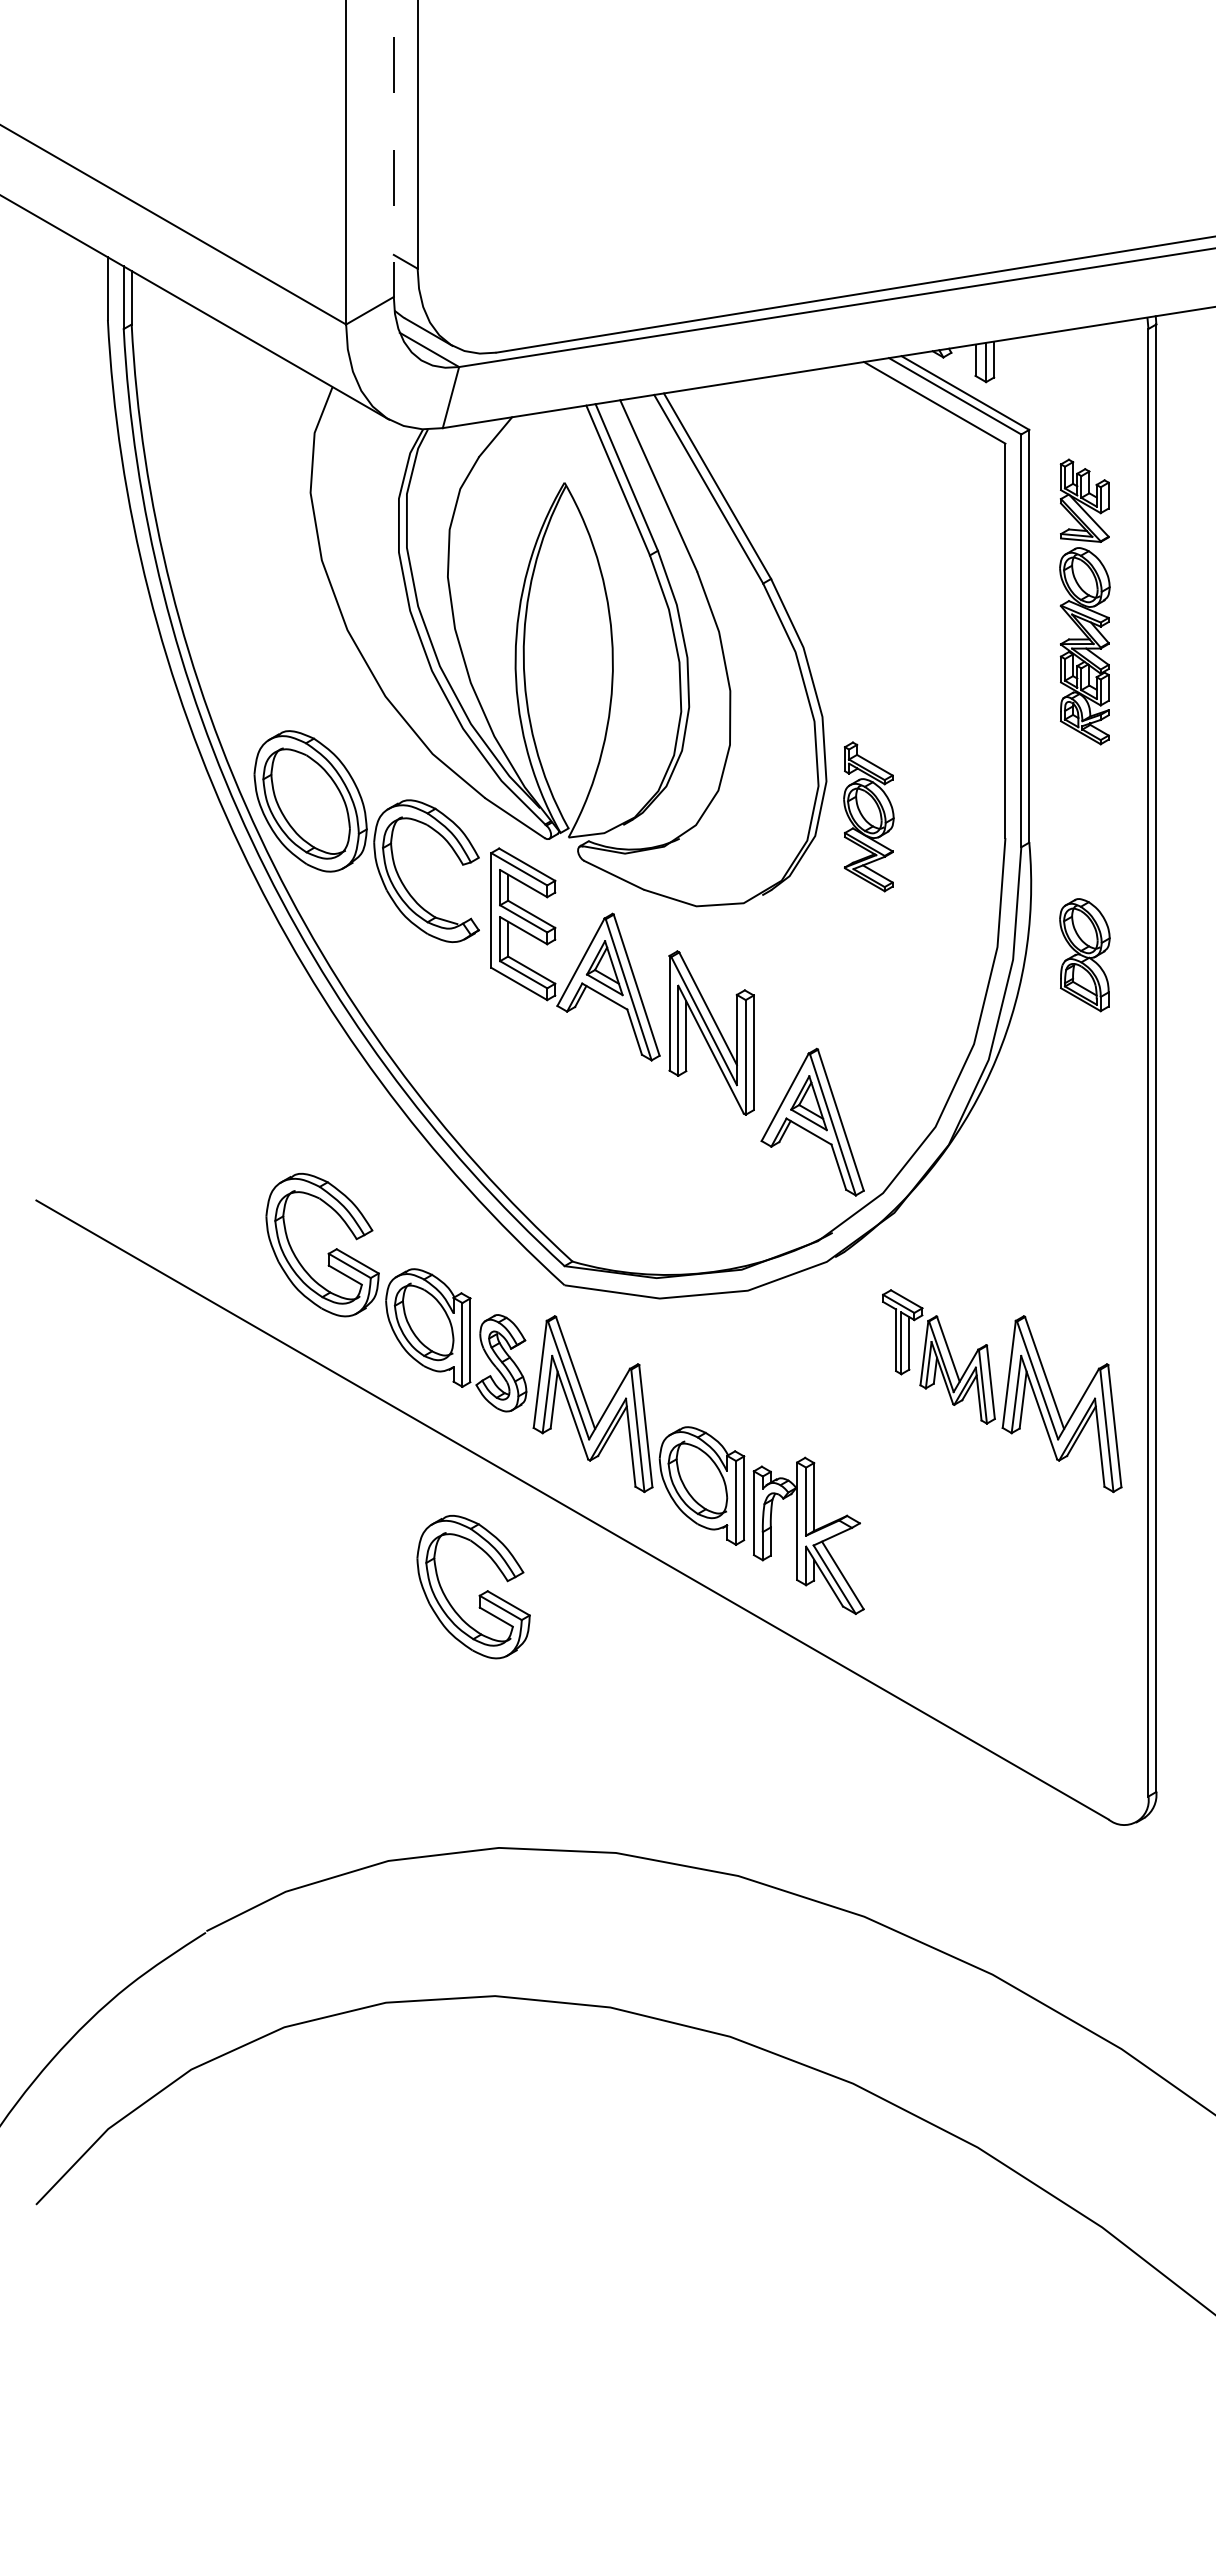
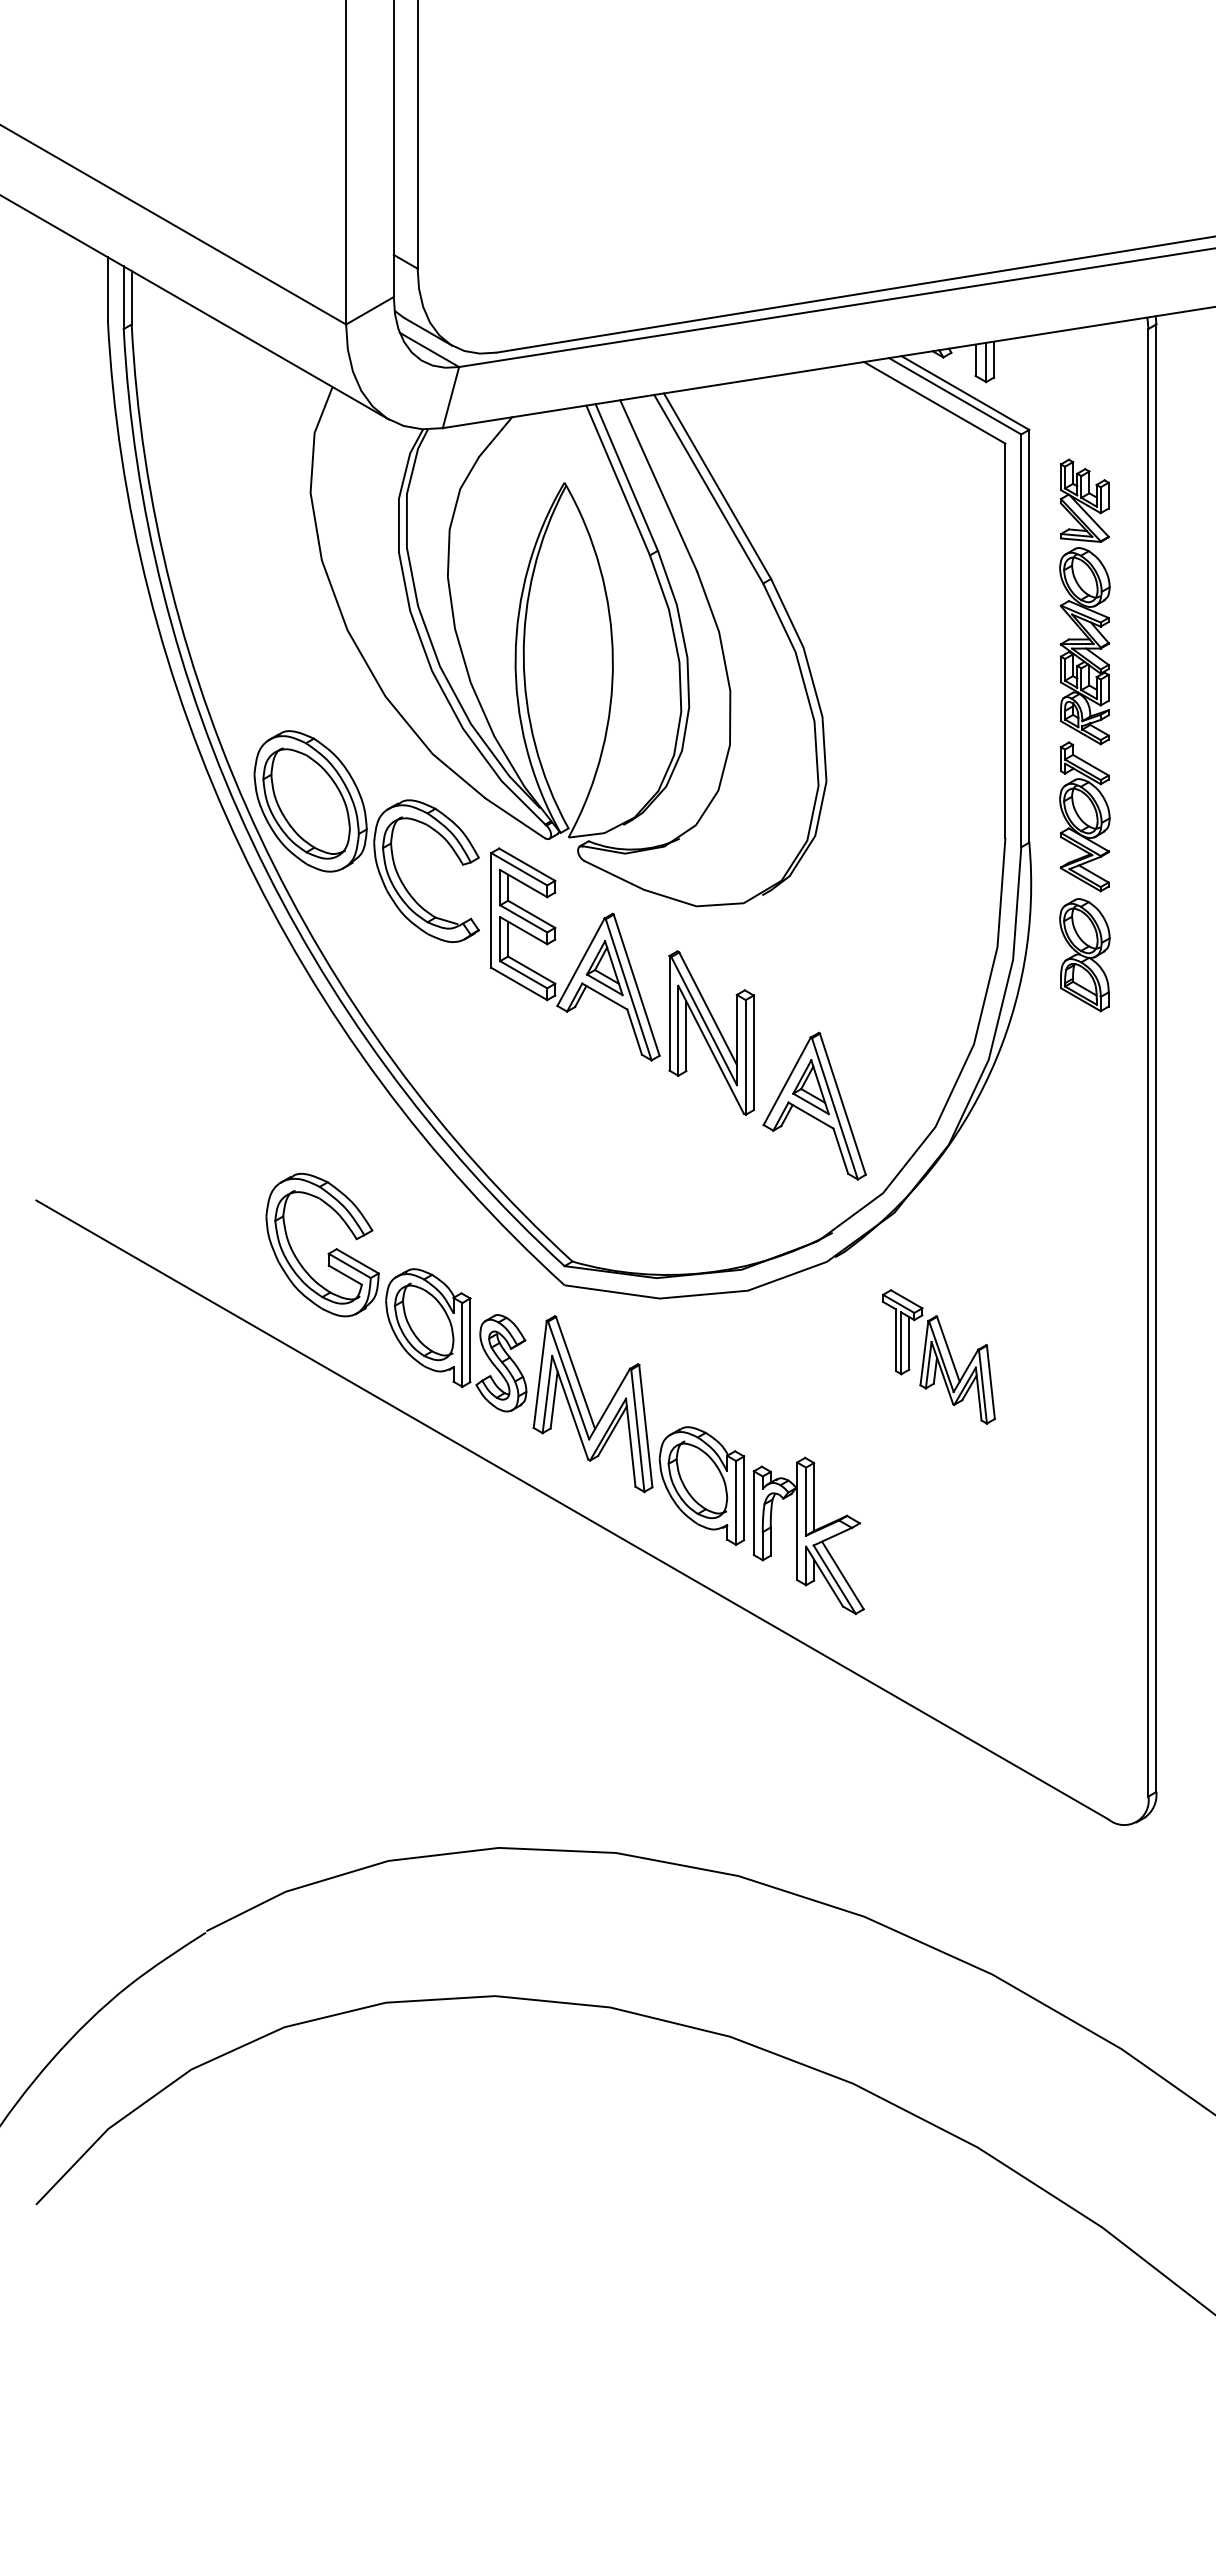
line at (393, 149): dashed -> solid
part at (868, 816) position: (868, 816) -> (1084, 816)
part at (812, 1121) position: (812, 1121) -> (814, 1105)
part at (1061, 1404): present -> none
part at (479, 1594): present -> none
